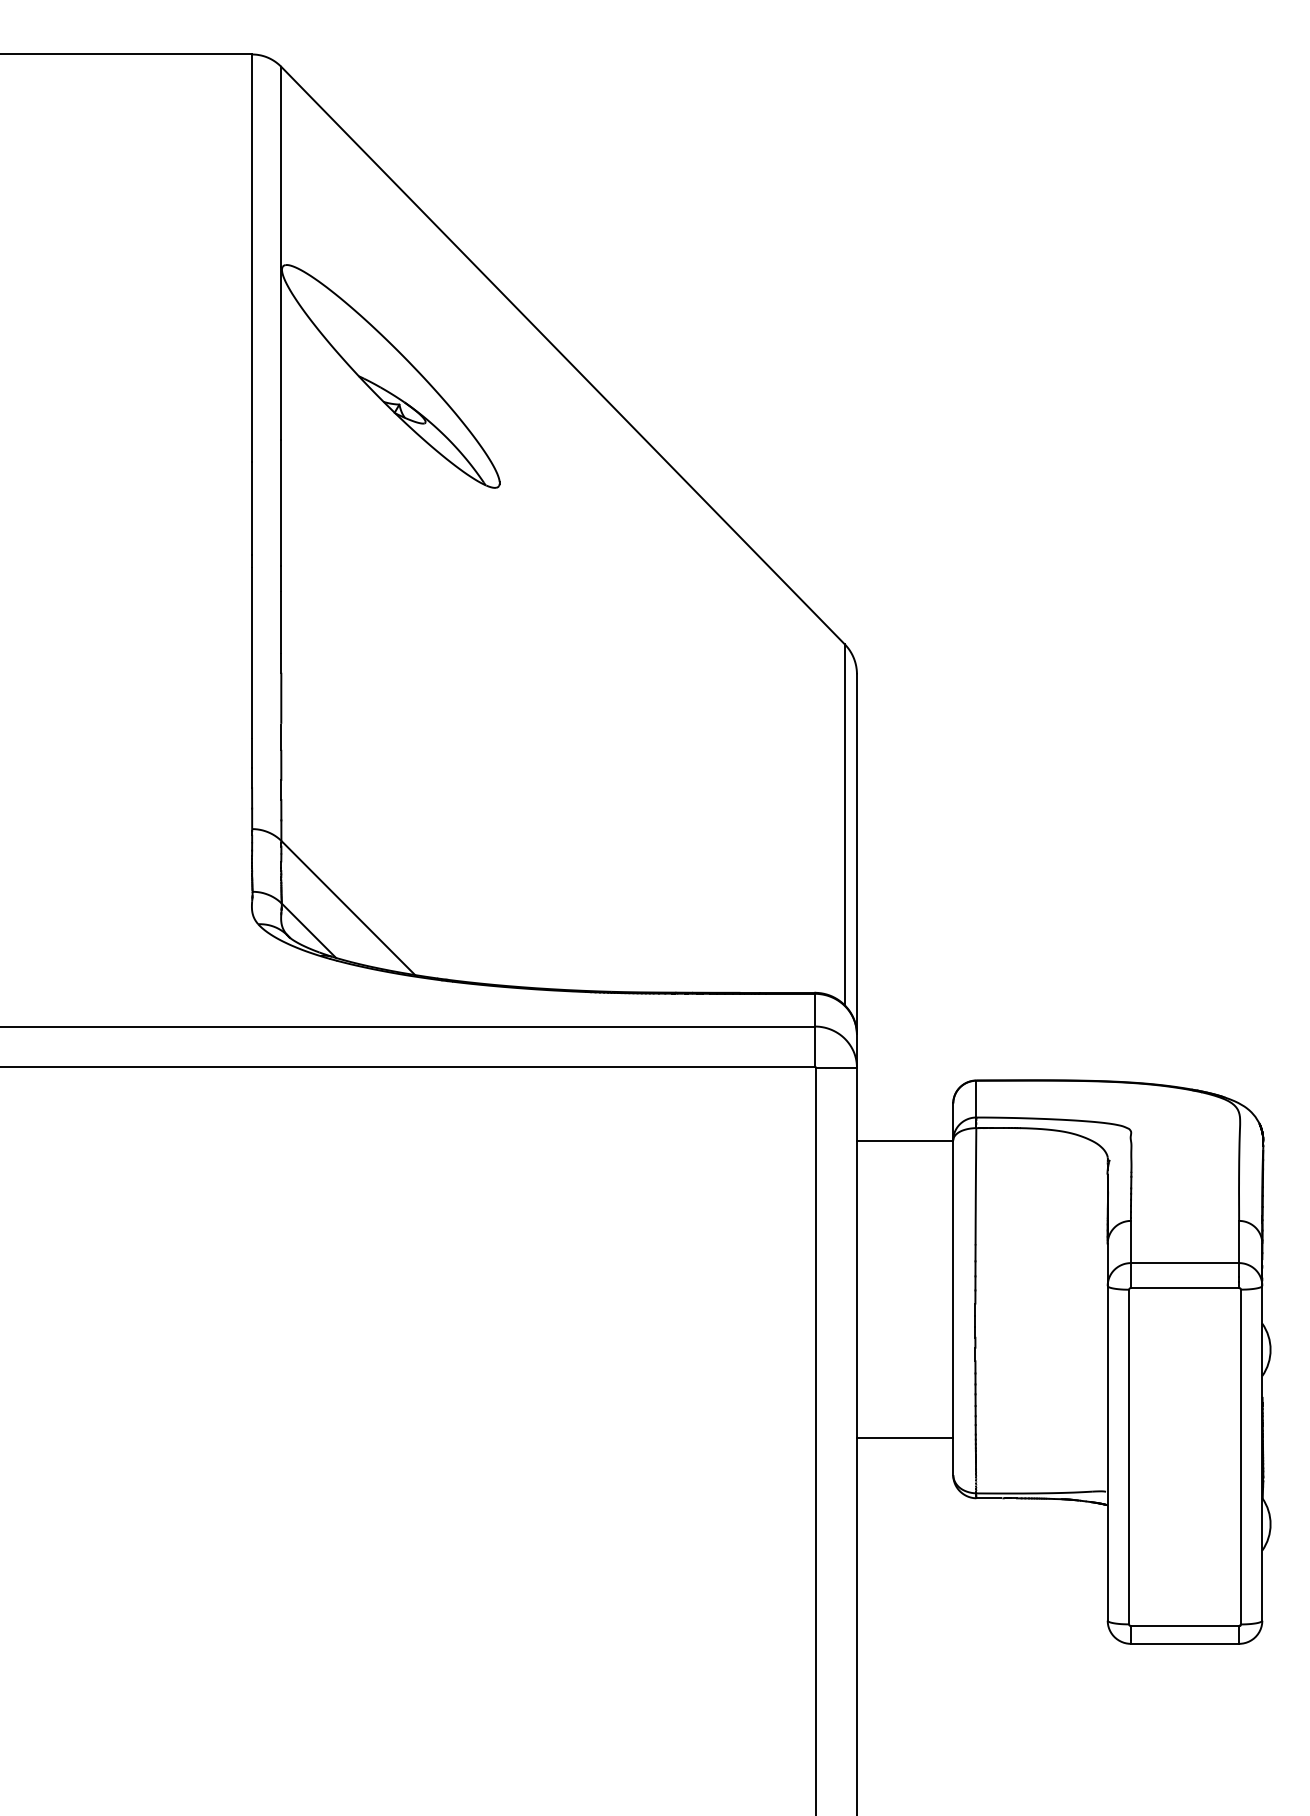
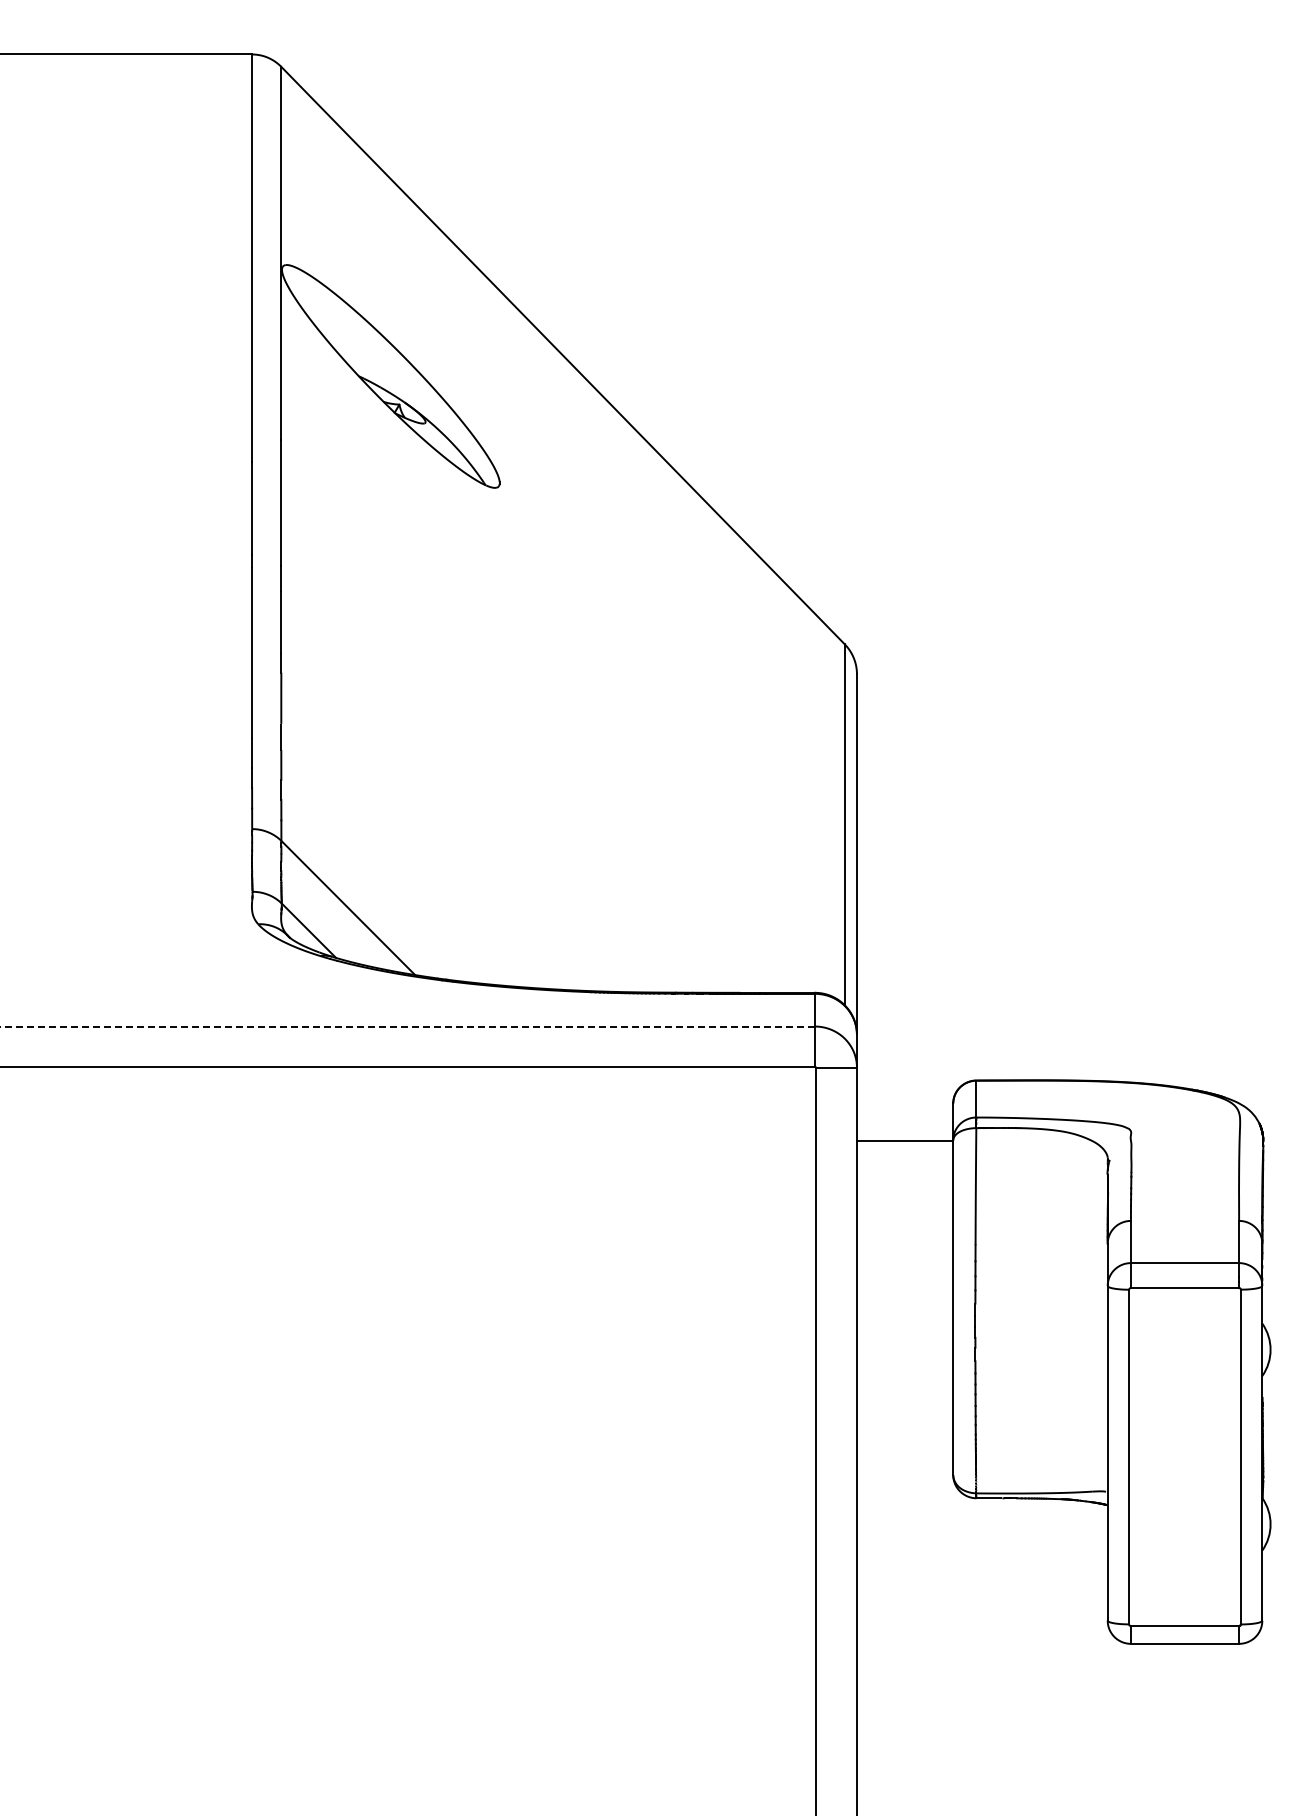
line at (408, 1026): solid -> dashed
line at (904, 1438): present -> none
